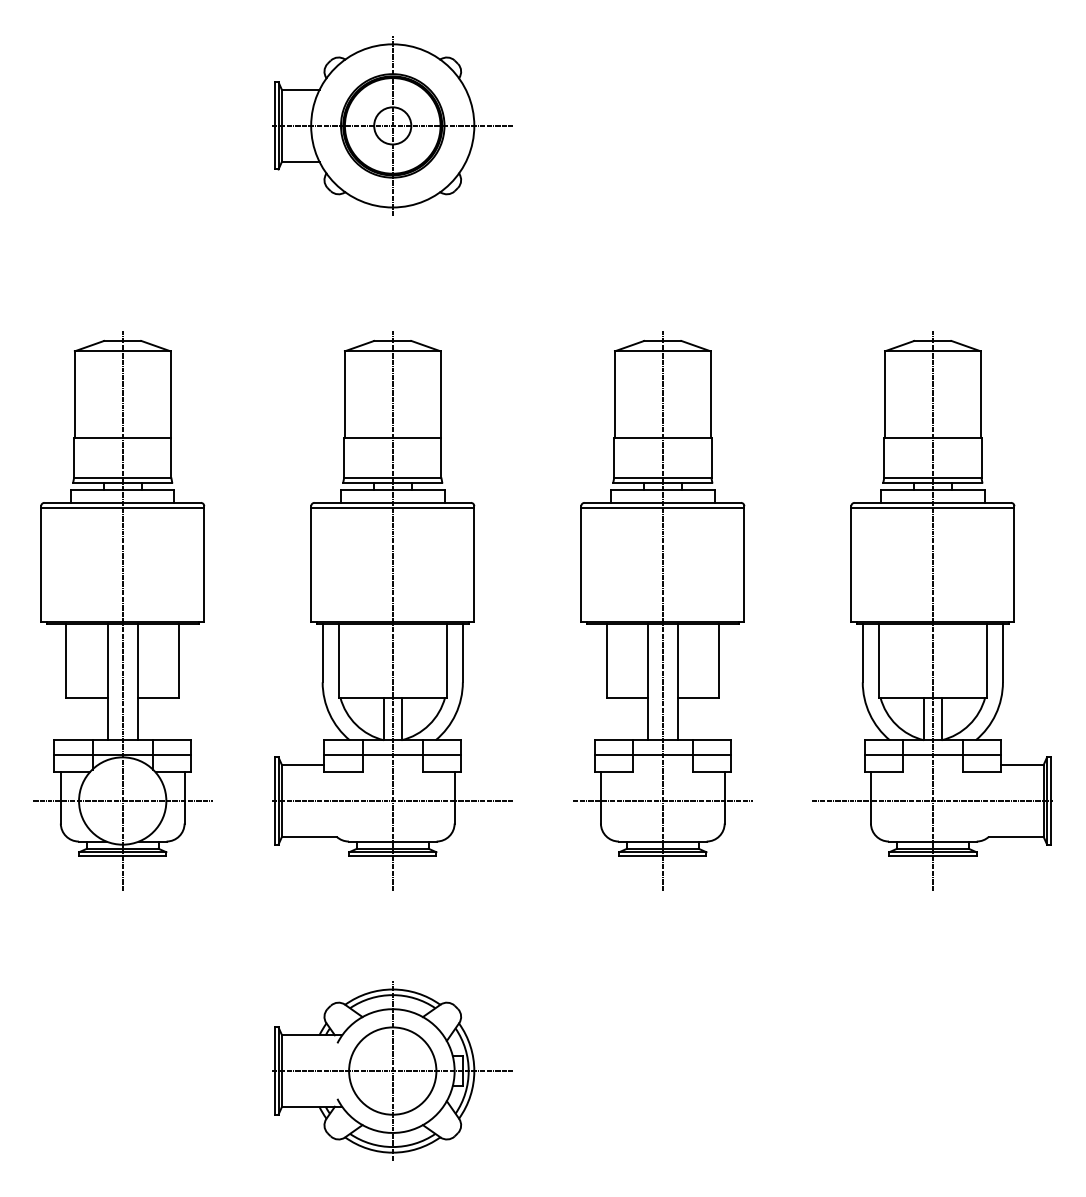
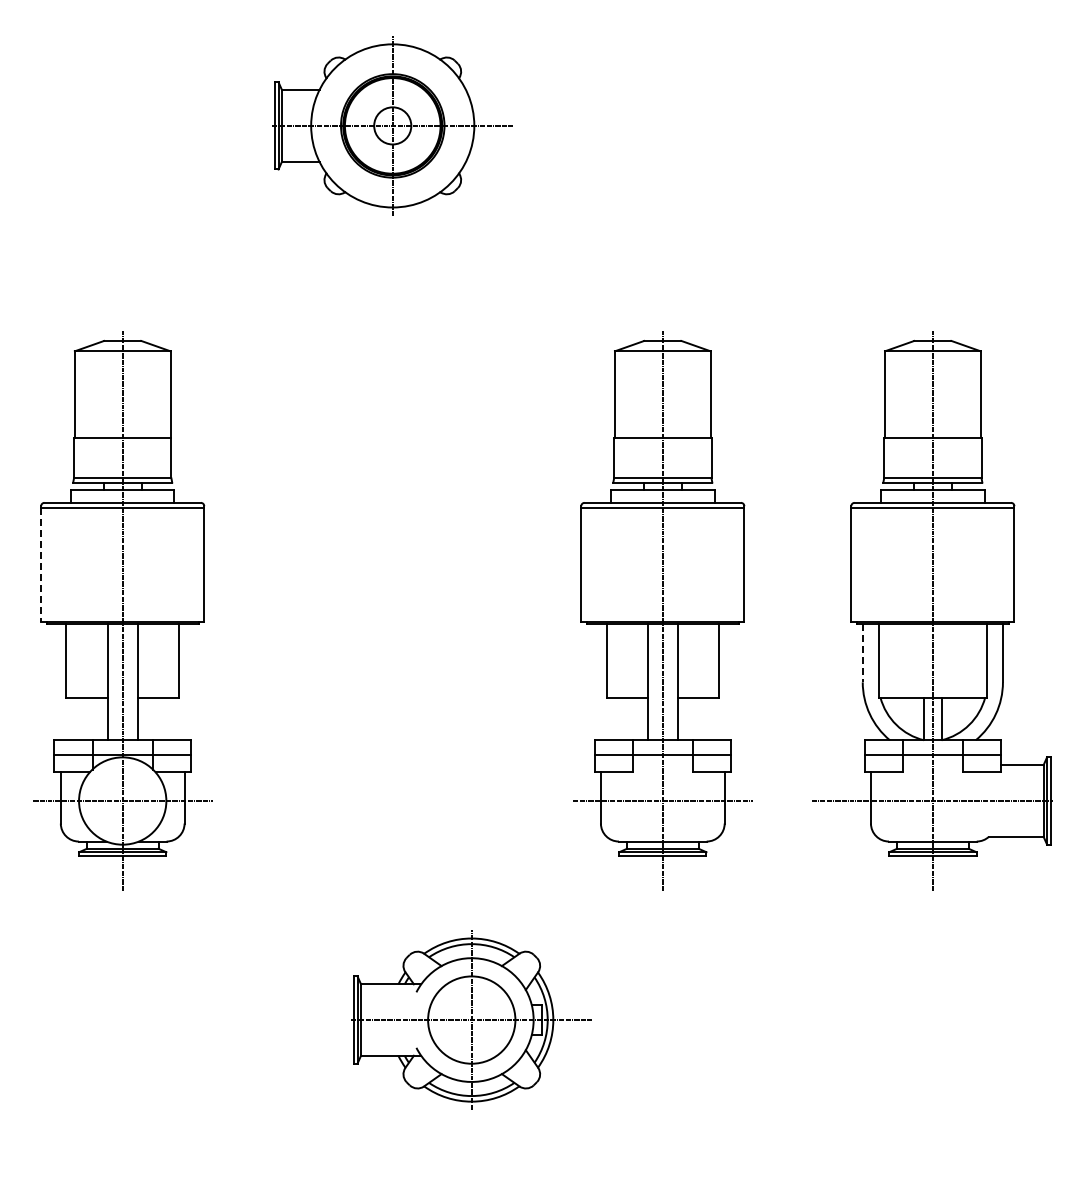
line at (41, 565): solid -> dashed
part at (392, 610): present -> none
line at (862, 653): solid -> dashed
part at (392, 1070) position: (392, 1070) -> (471, 1019)
